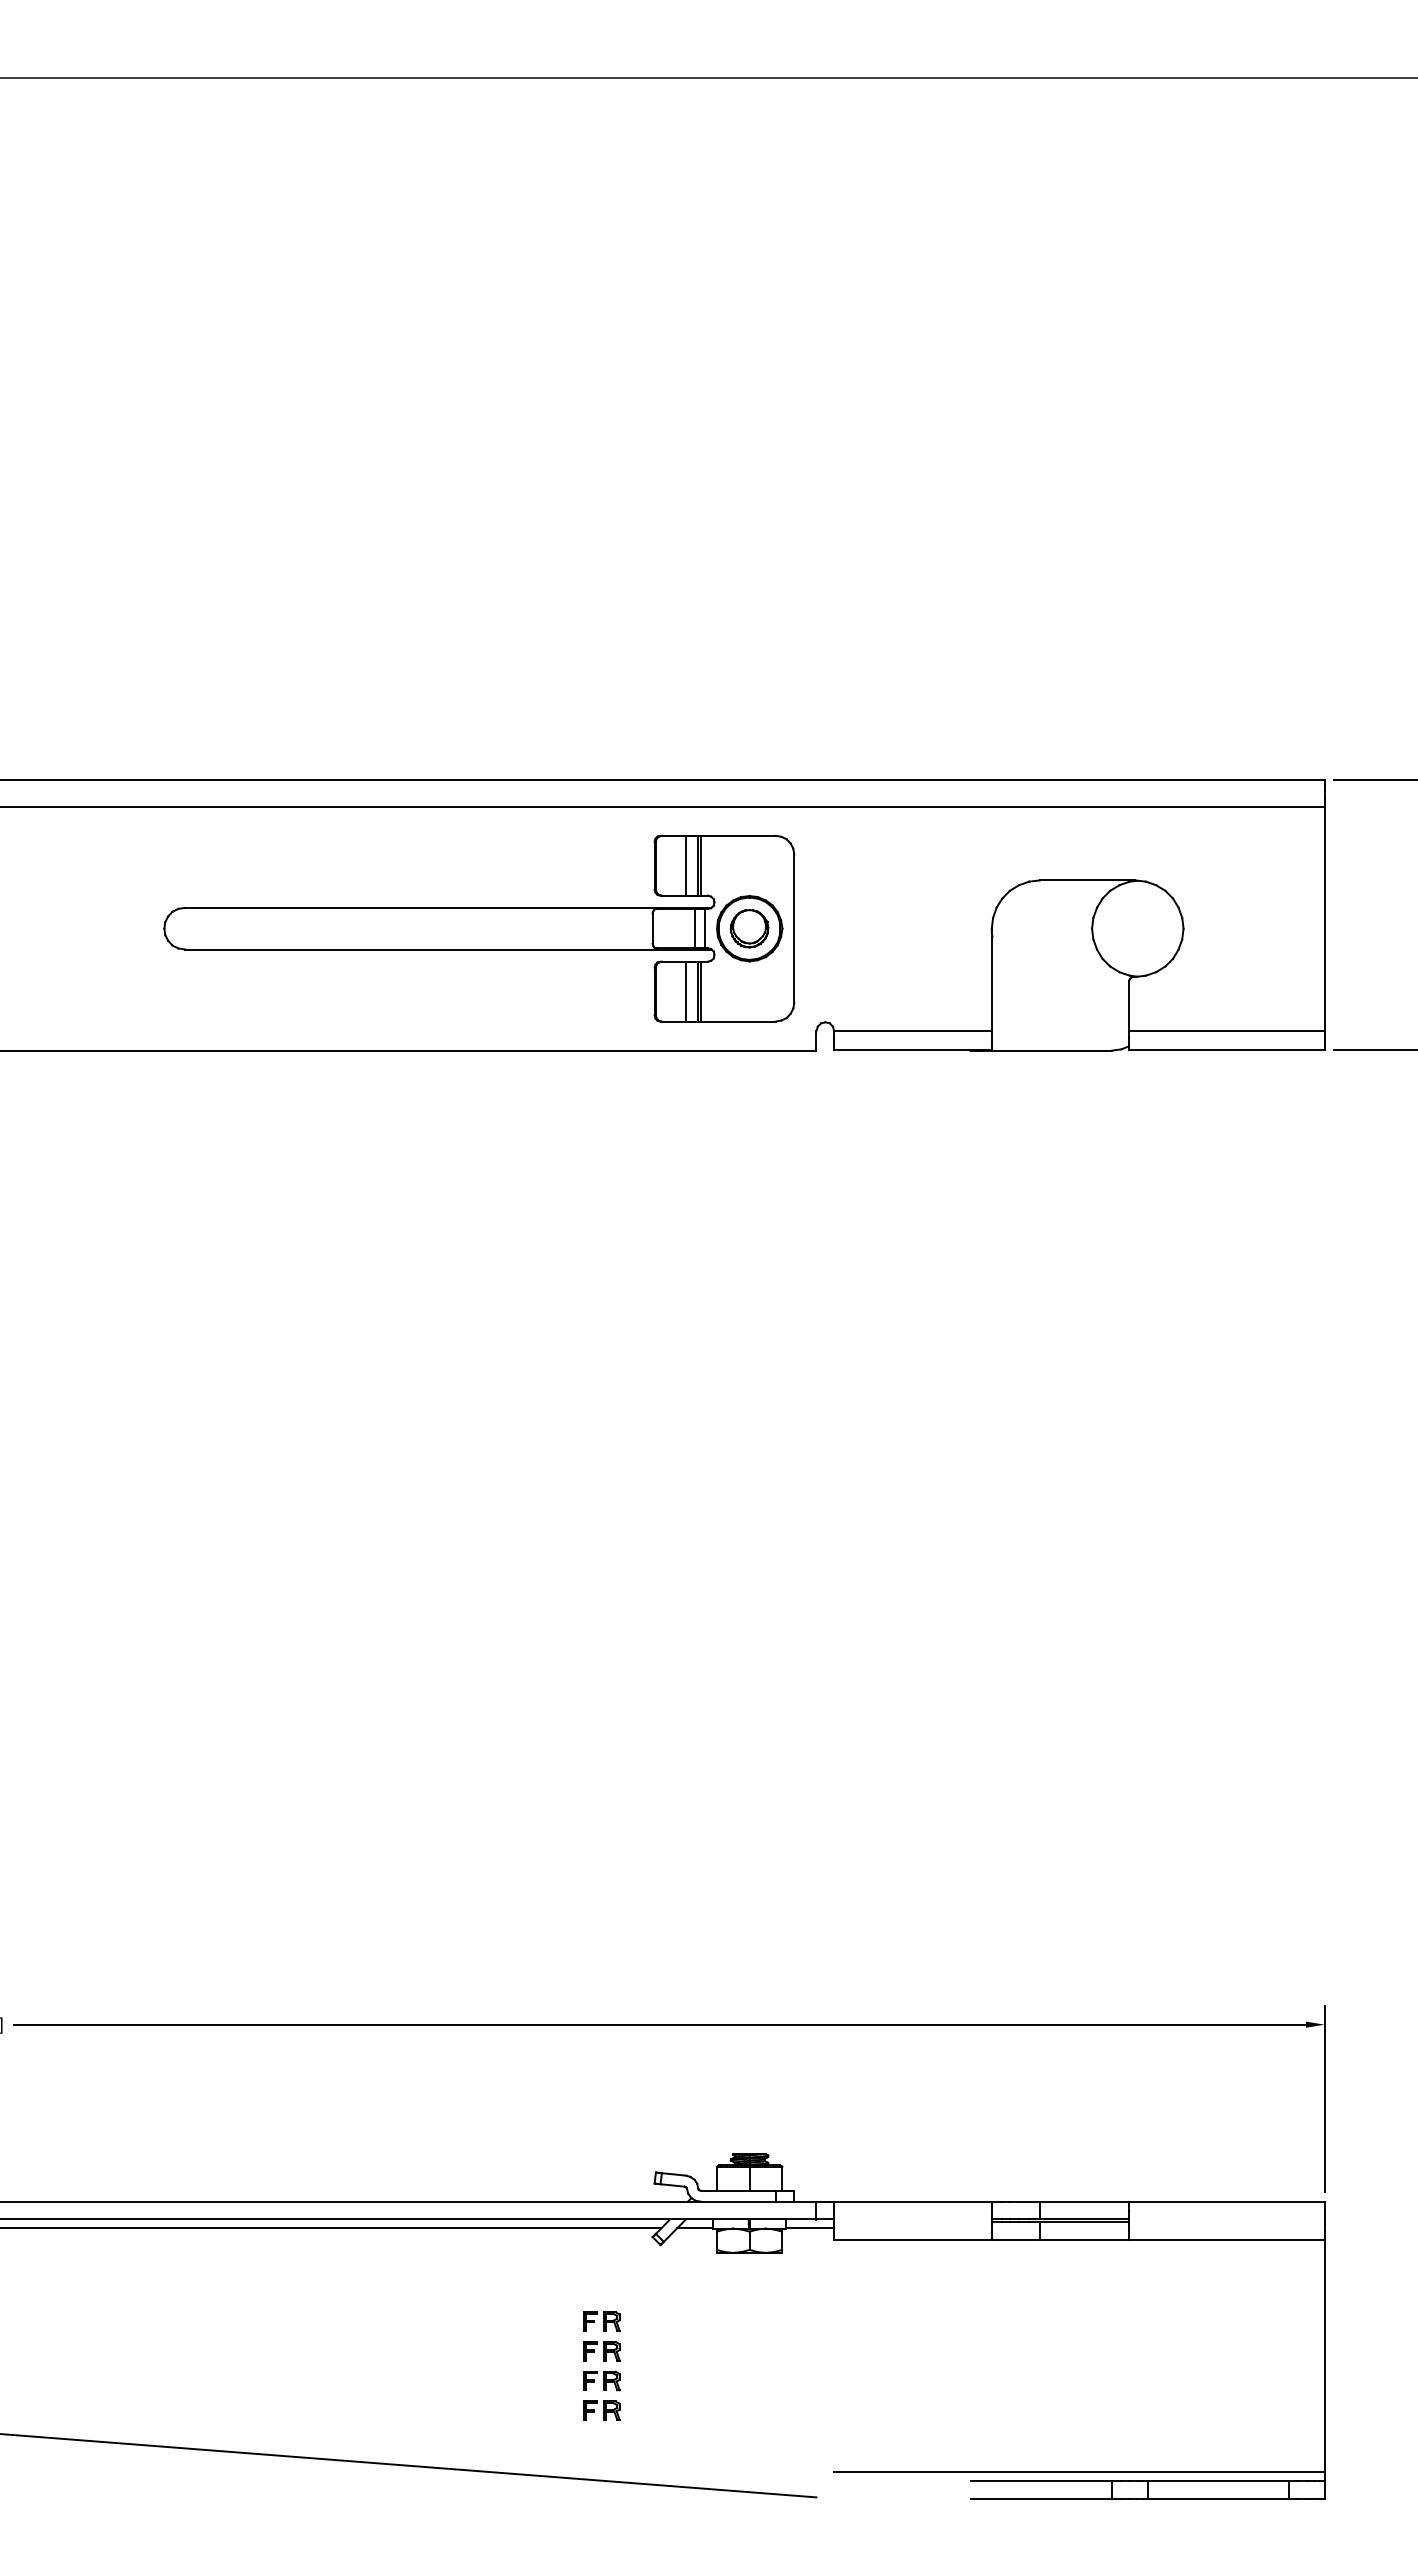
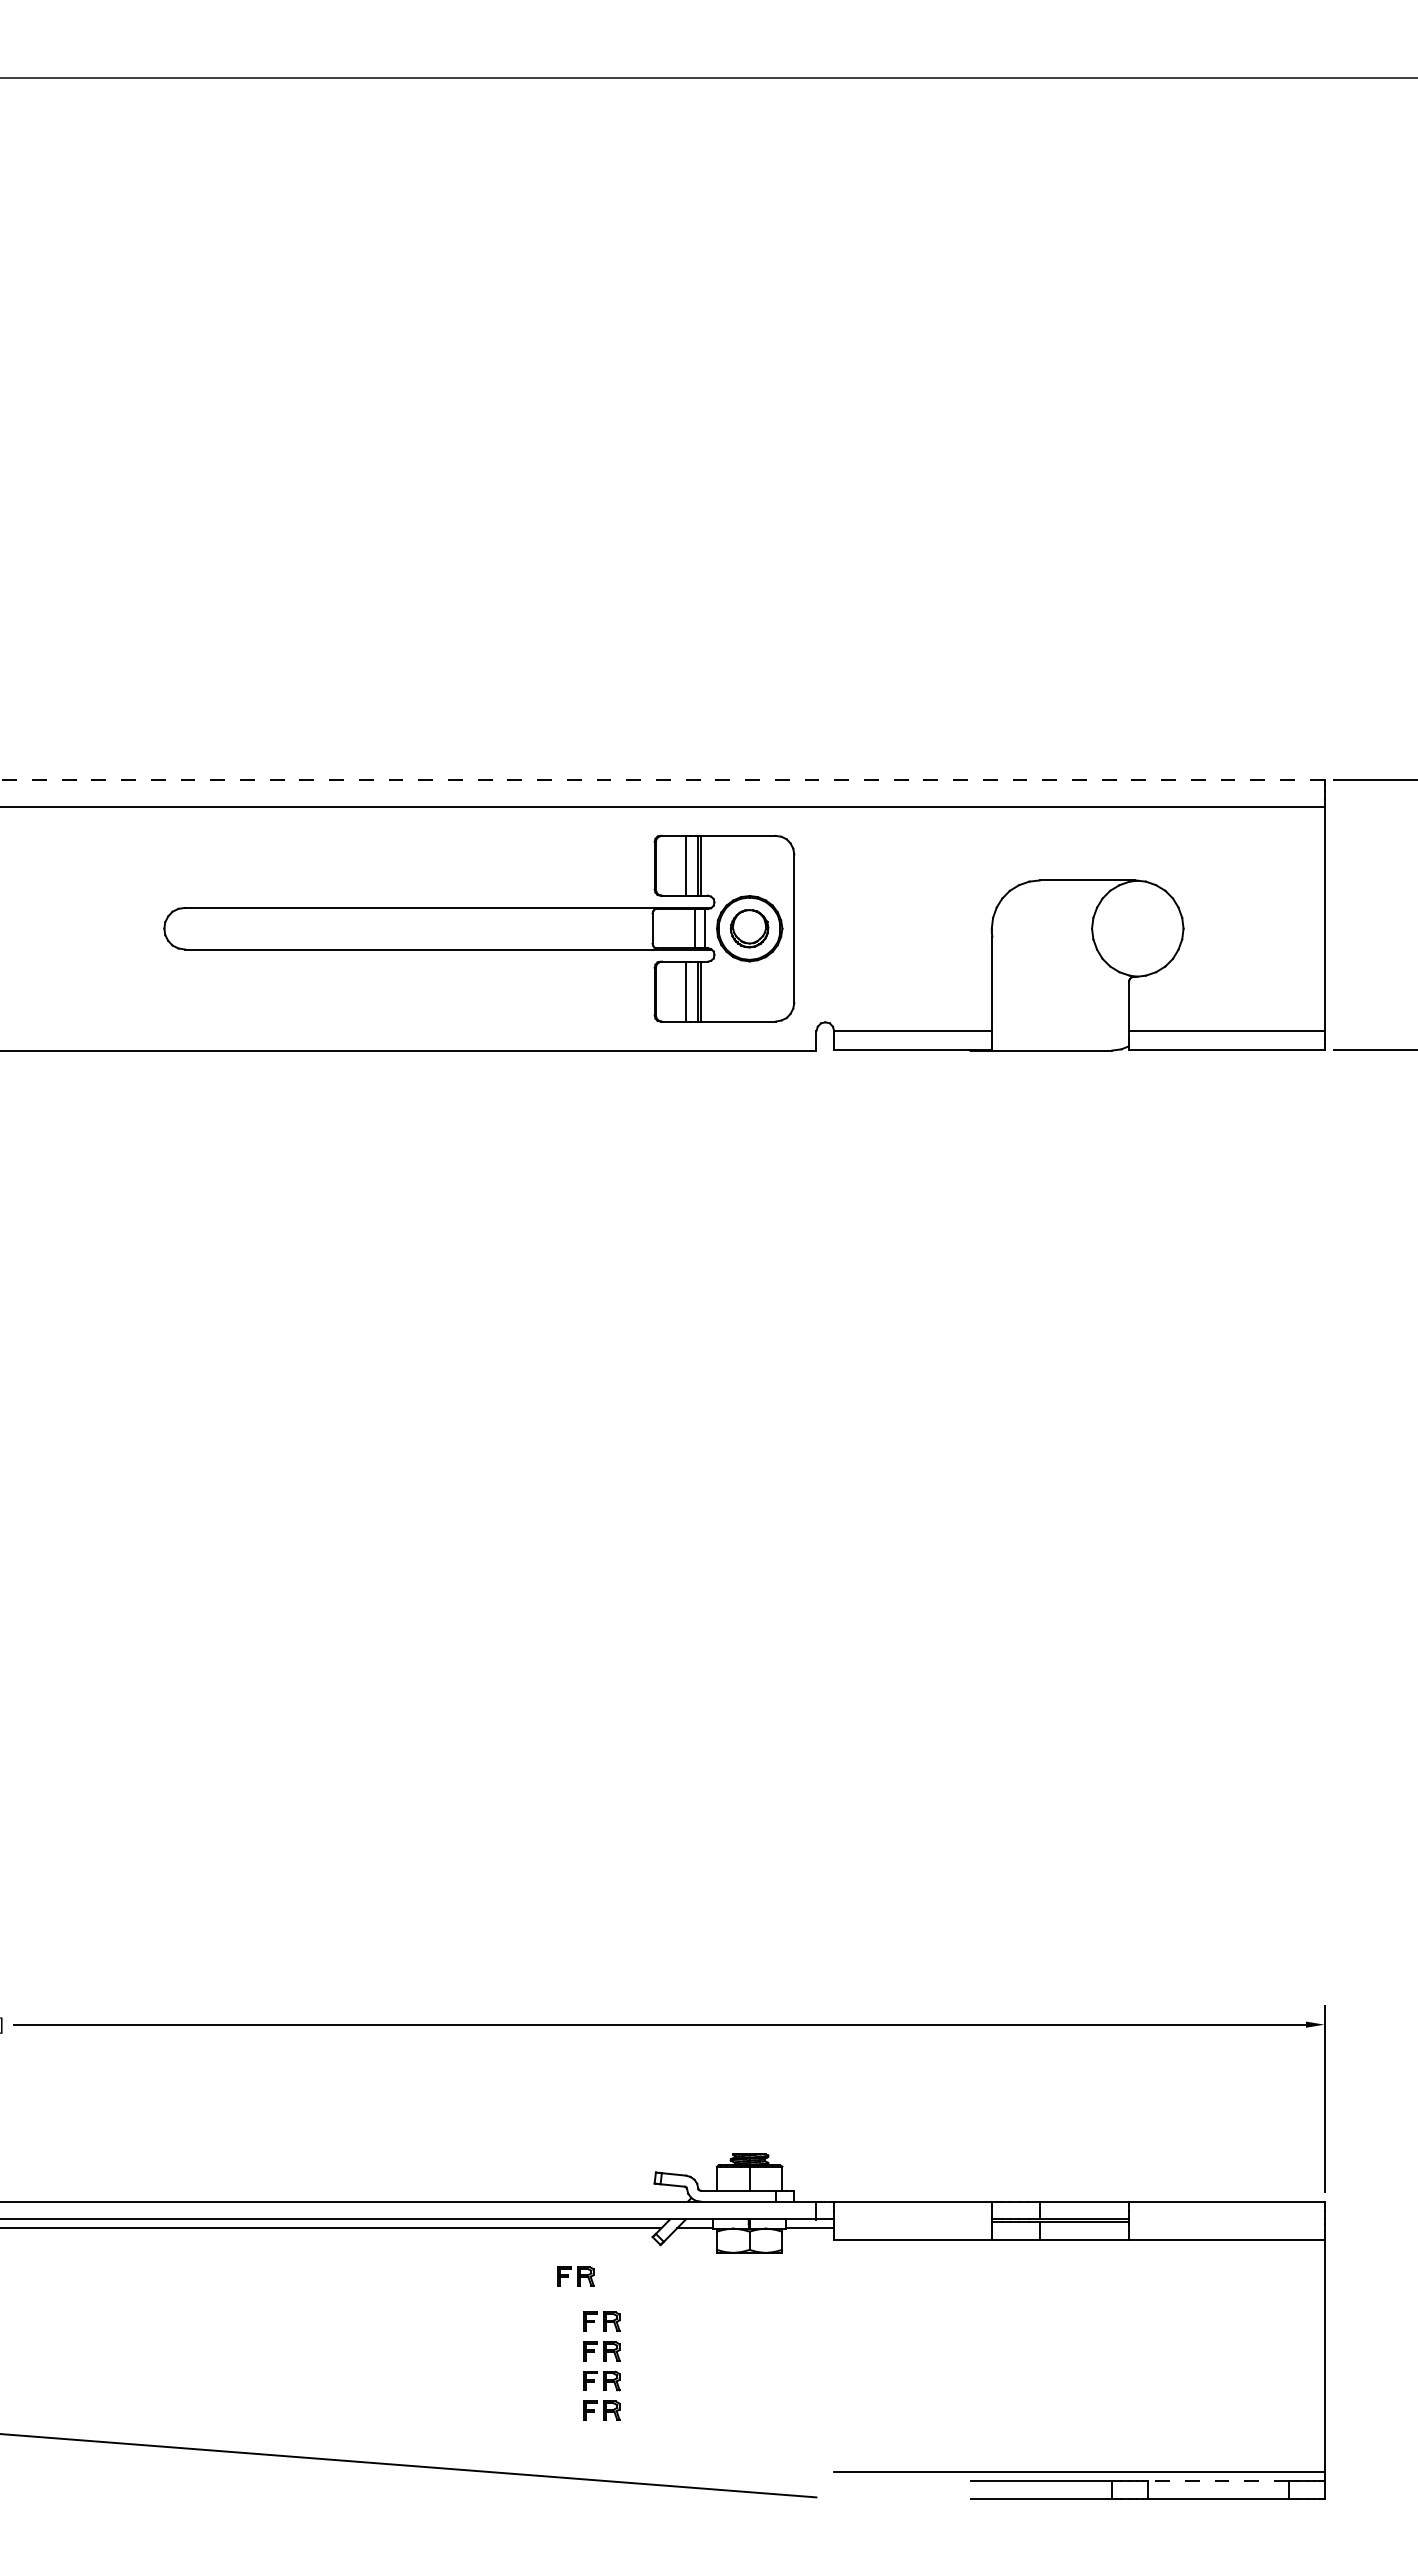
line at (662, 780): solid -> dashed
part at (575, 2276): none -> present
line at (1217, 2480): solid -> dashed
